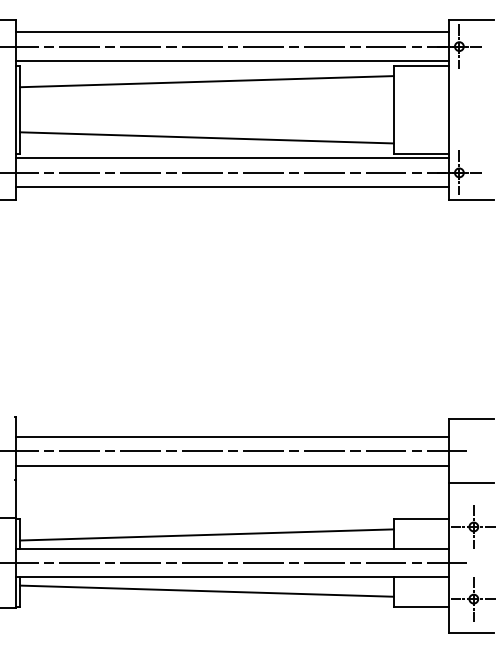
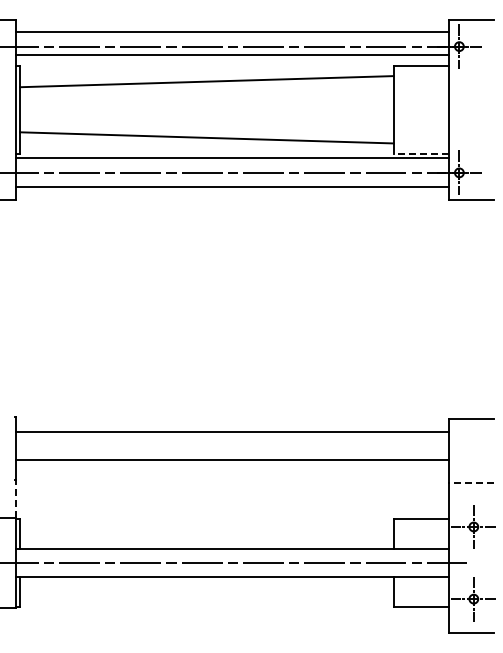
line at (231, 61) position: (231, 61) -> (231, 55)
line at (421, 153): solid -> dashed
line at (231, 436) position: (231, 436) -> (231, 431)
line at (234, 451): present -> none
line at (231, 465) position: (231, 465) -> (231, 459)
line at (471, 483): solid -> dashed
line at (15, 499): solid -> dashed
line at (206, 534): present -> none
line at (206, 590): present -> none
